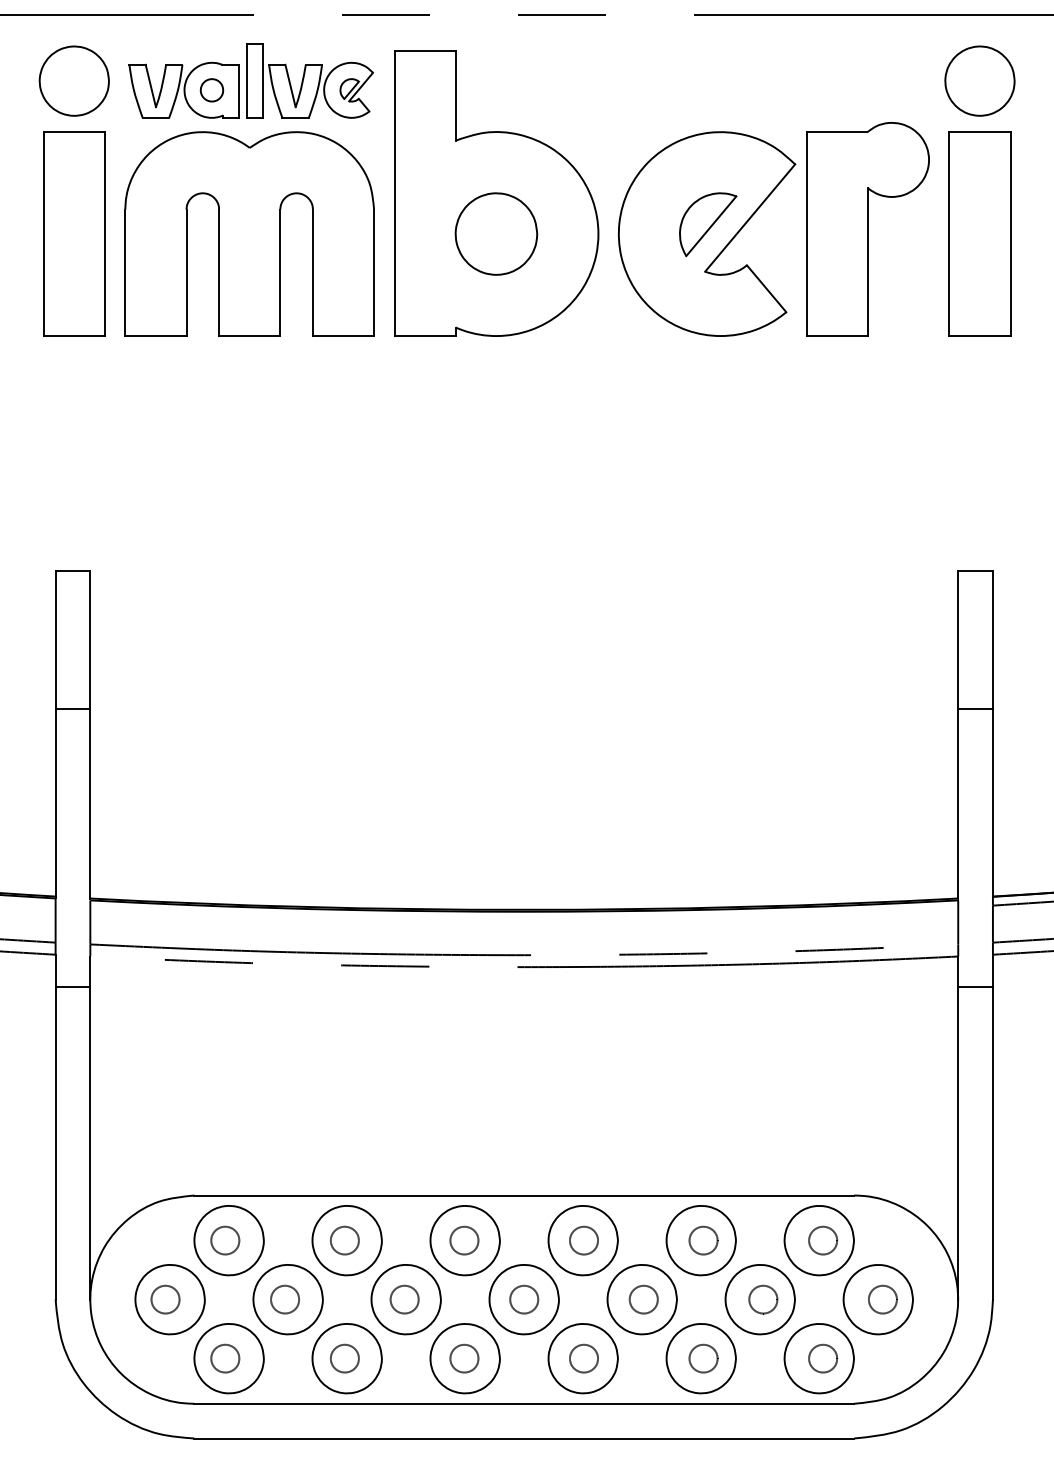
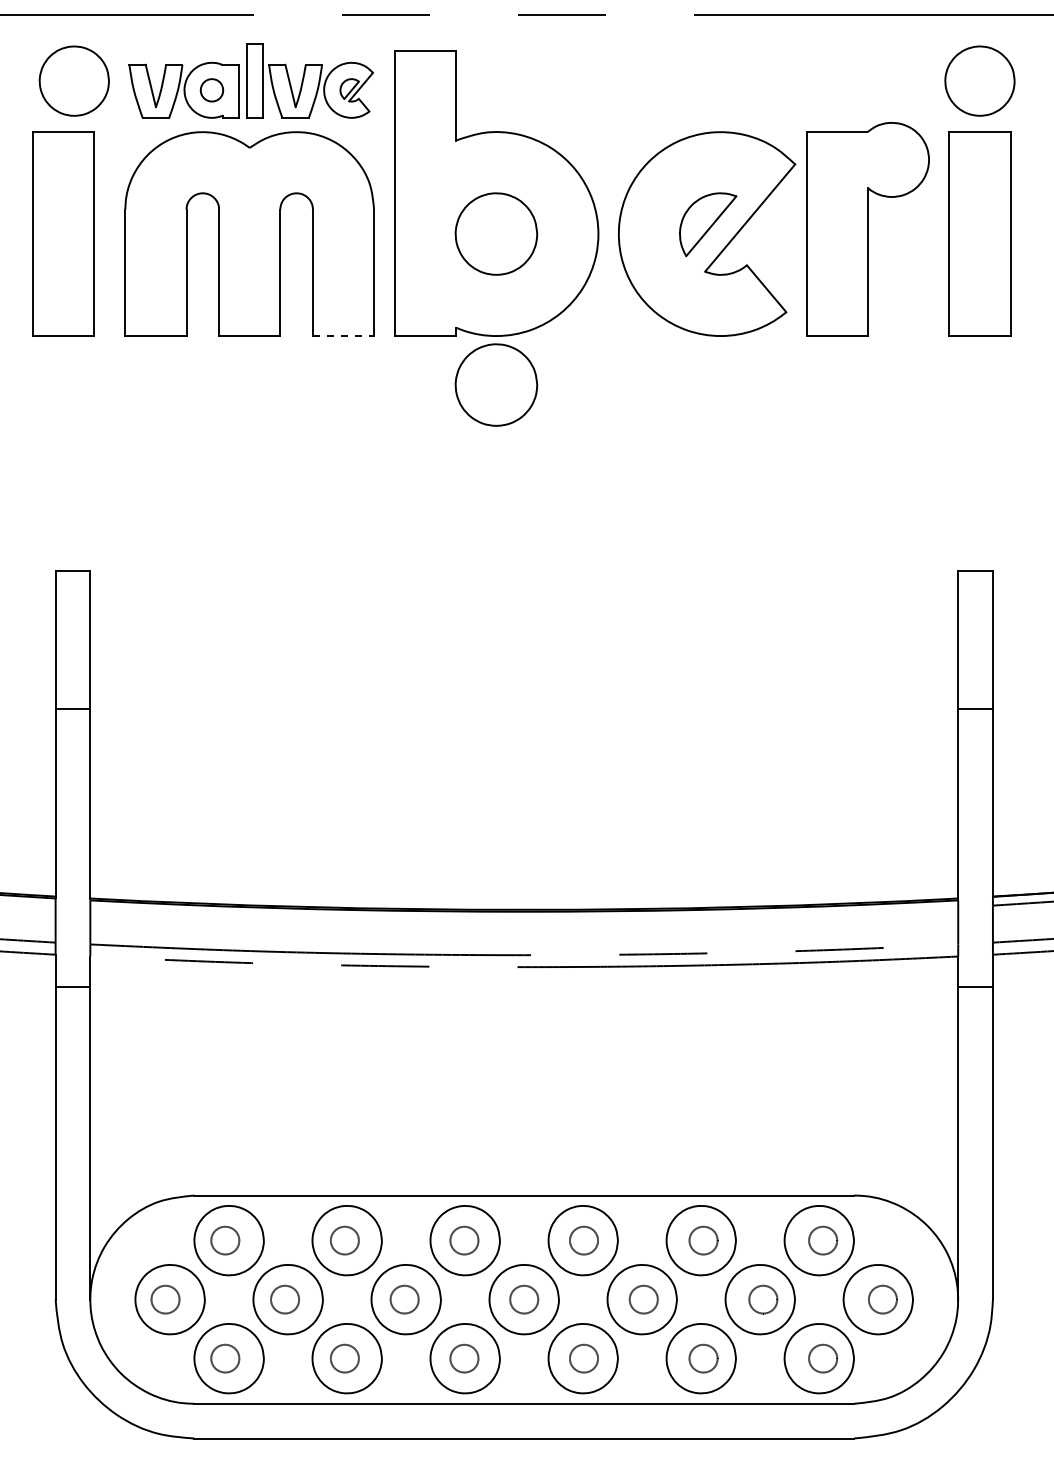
part at (74, 233) position: (74, 233) -> (63, 233)
line at (343, 336): solid -> dashed
part at (496, 384): none -> present
